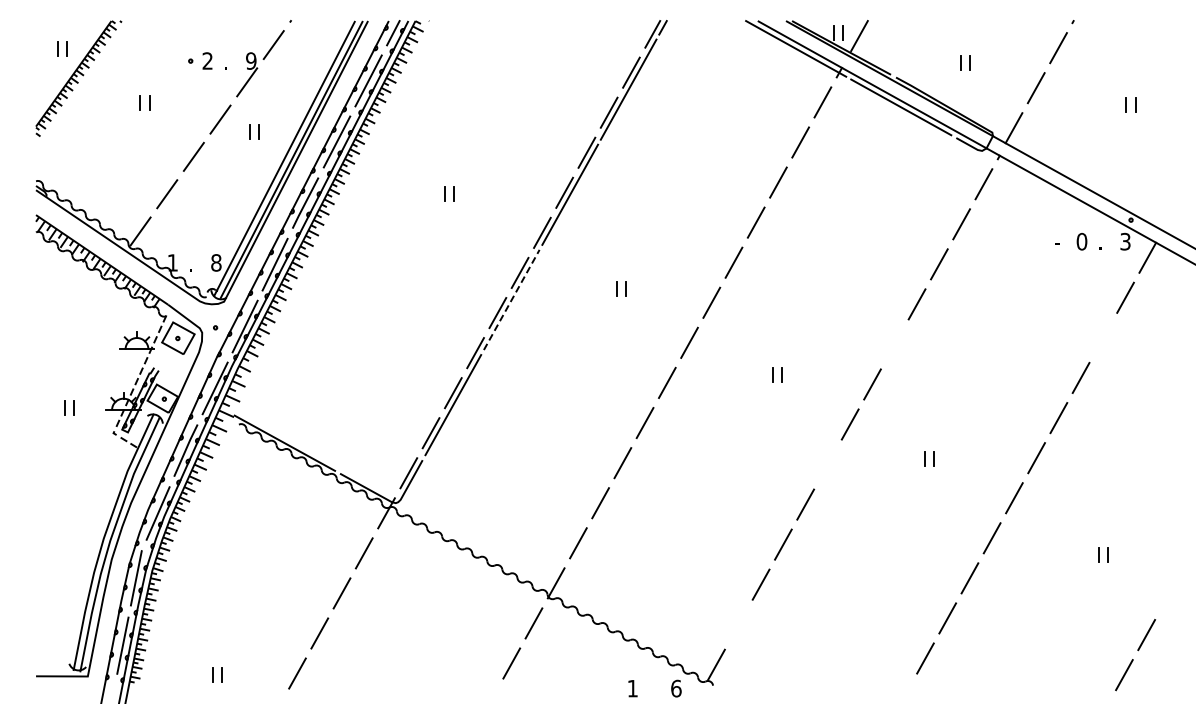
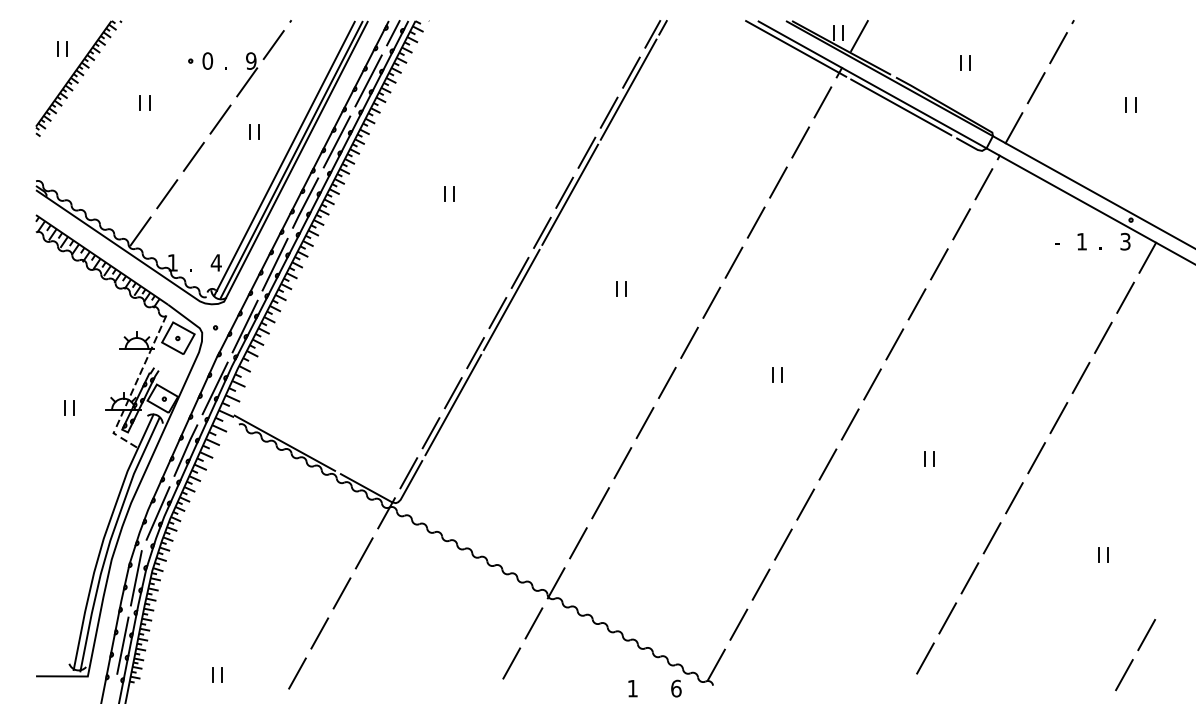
text at (207, 60): 2 -> 0
text at (1081, 241): 0 -> 1
text at (215, 262): 8 -> 4
line at (512, 299): dashed -> solid
line at (1103, 337): none -> present
line at (894, 344): none -> present
line at (827, 464): none -> present
line at (738, 624): none -> present
